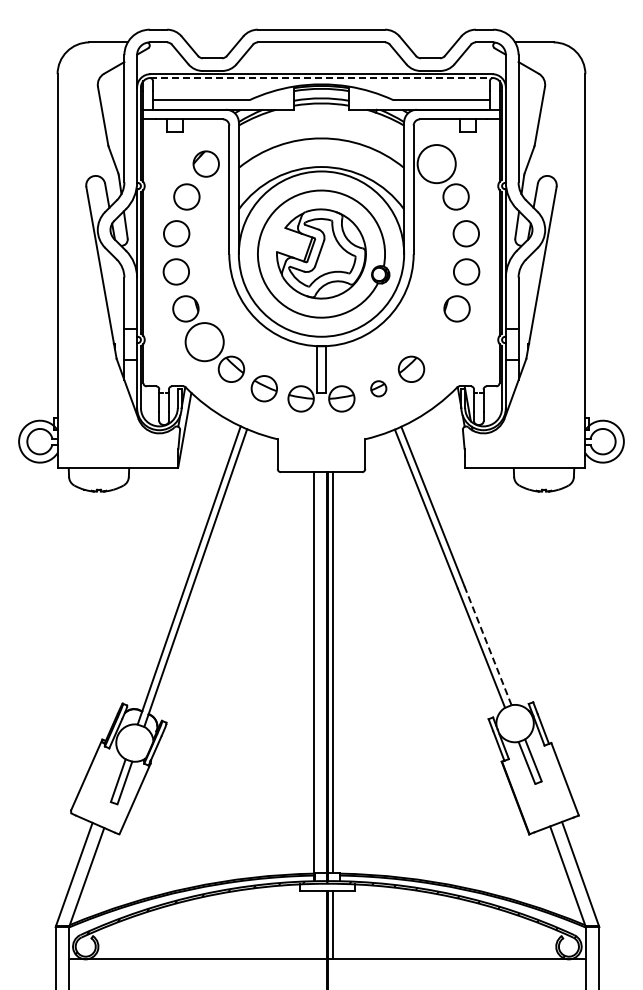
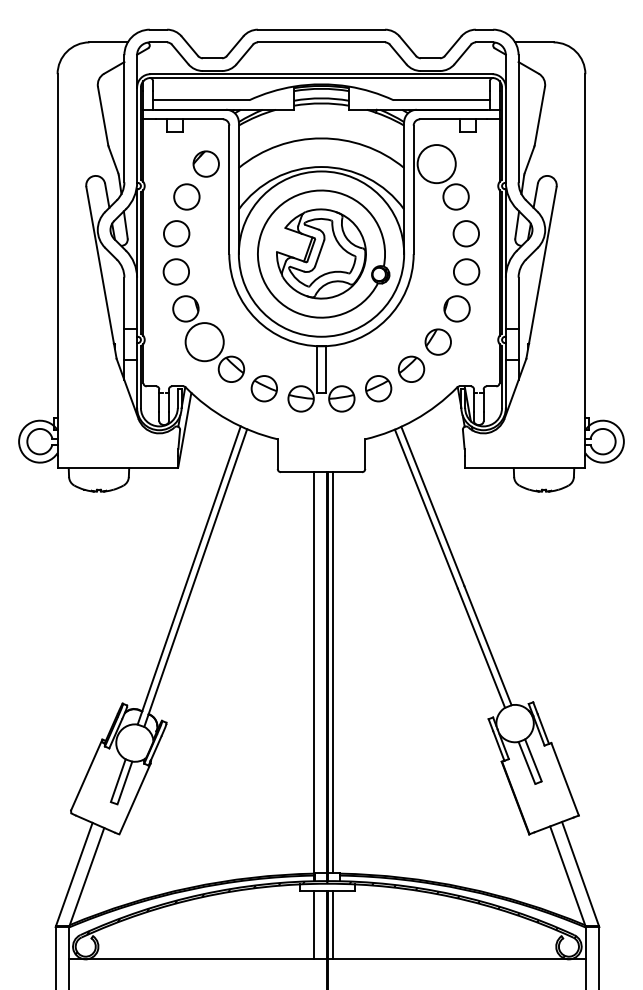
line at (321, 78): dashed -> solid
part at (437, 341): none -> present
part at (378, 388) size: 18x18 px -> 28x28 px
line at (487, 645): dashed -> solid
line at (313, 924): none -> present
